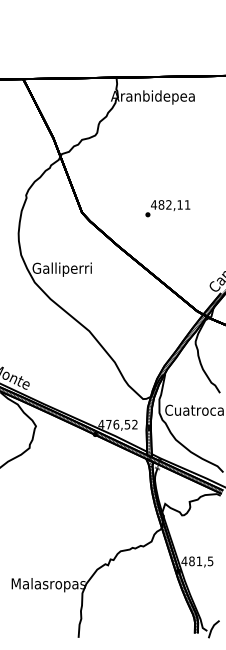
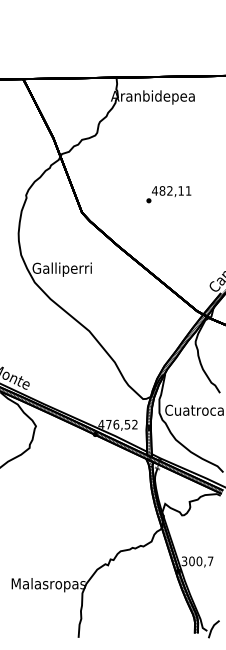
text at (167, 208) position: (167, 208) -> (168, 194)
text at (197, 561): 481,5 -> 300,7
